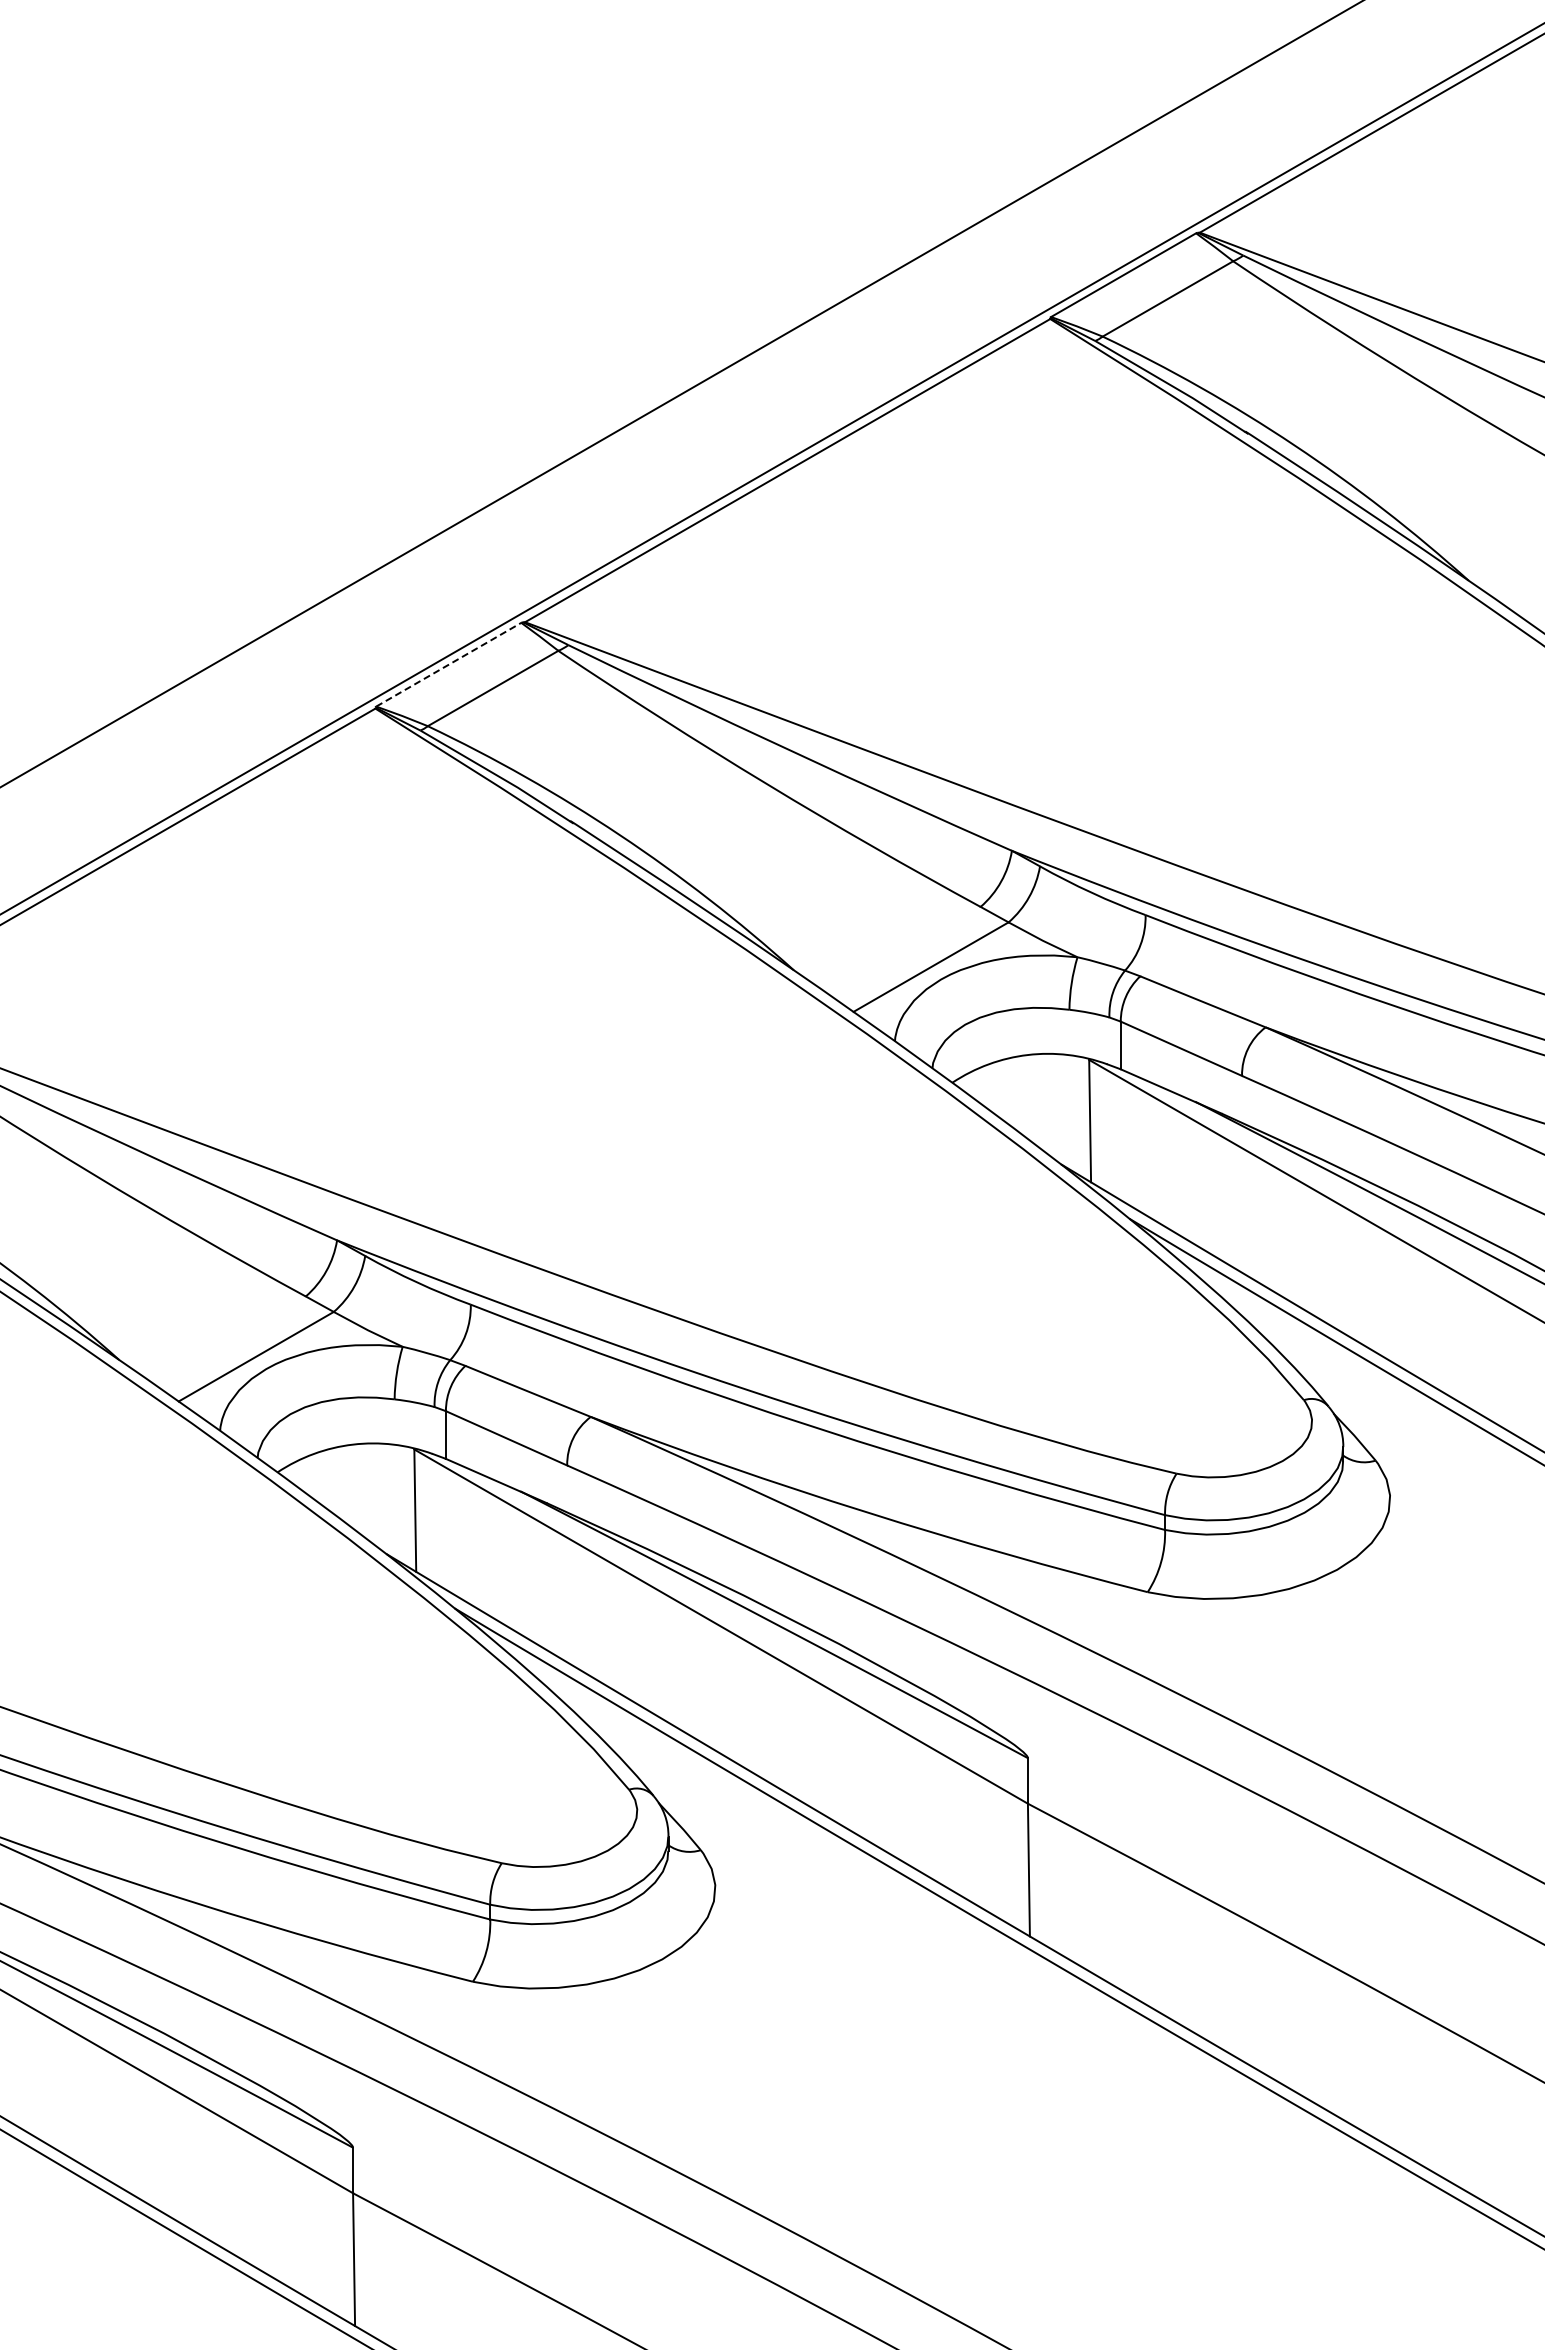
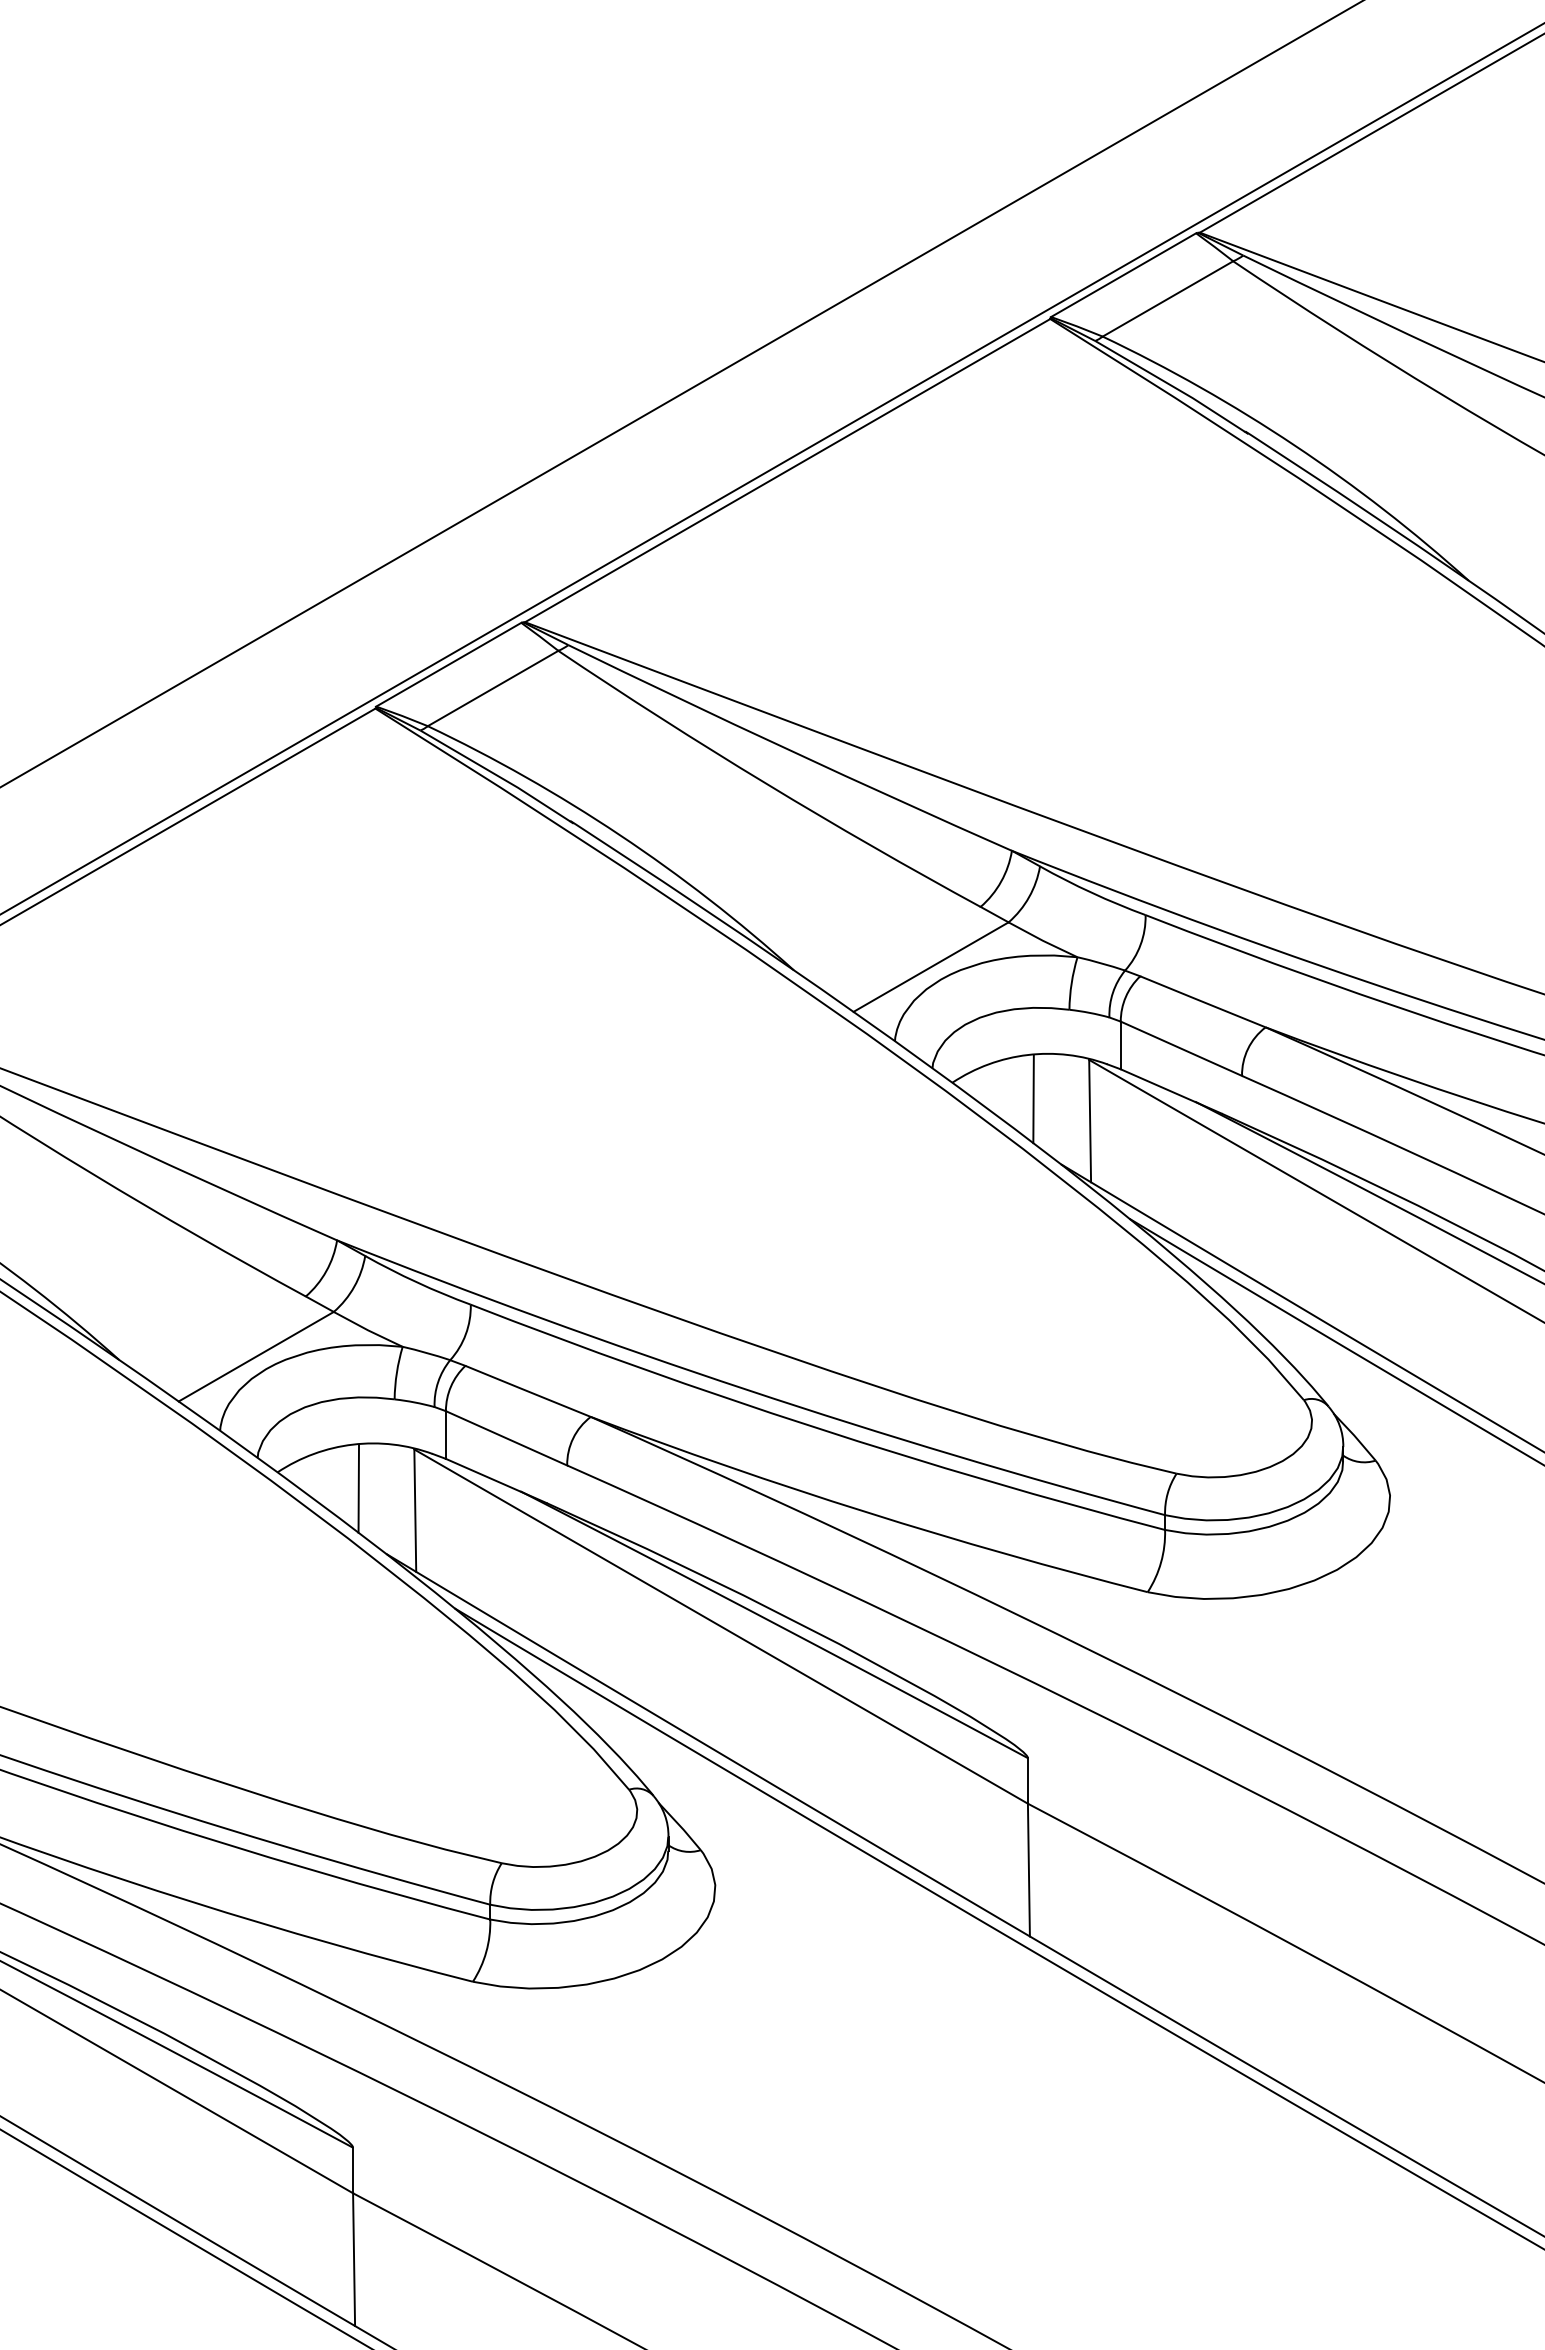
line at (448, 664): dashed -> solid
line at (1033, 1099): none -> present
line at (358, 1488): none -> present
